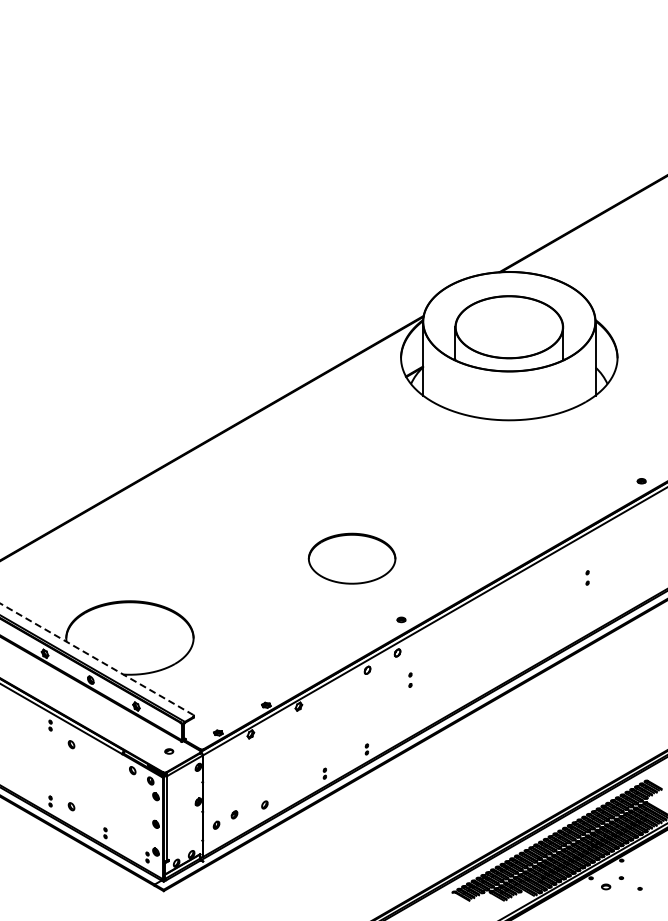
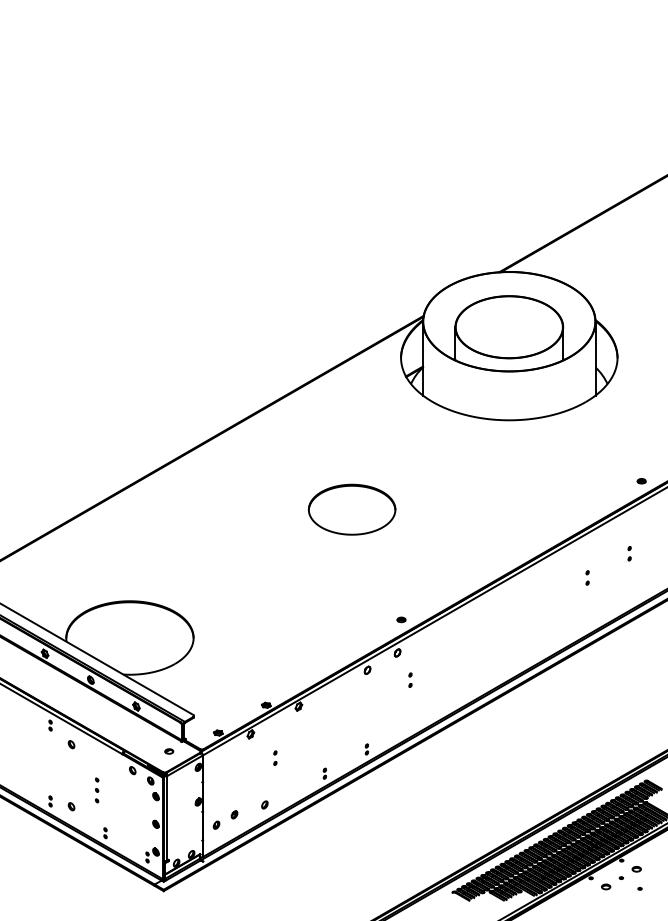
part at (629, 553): none -> present
part at (351, 558) position: (351, 558) -> (351, 509)
line at (97, 659): dashed -> solid
part at (275, 757): none -> present
part at (97, 790): none -> present
part at (636, 869): none -> present
